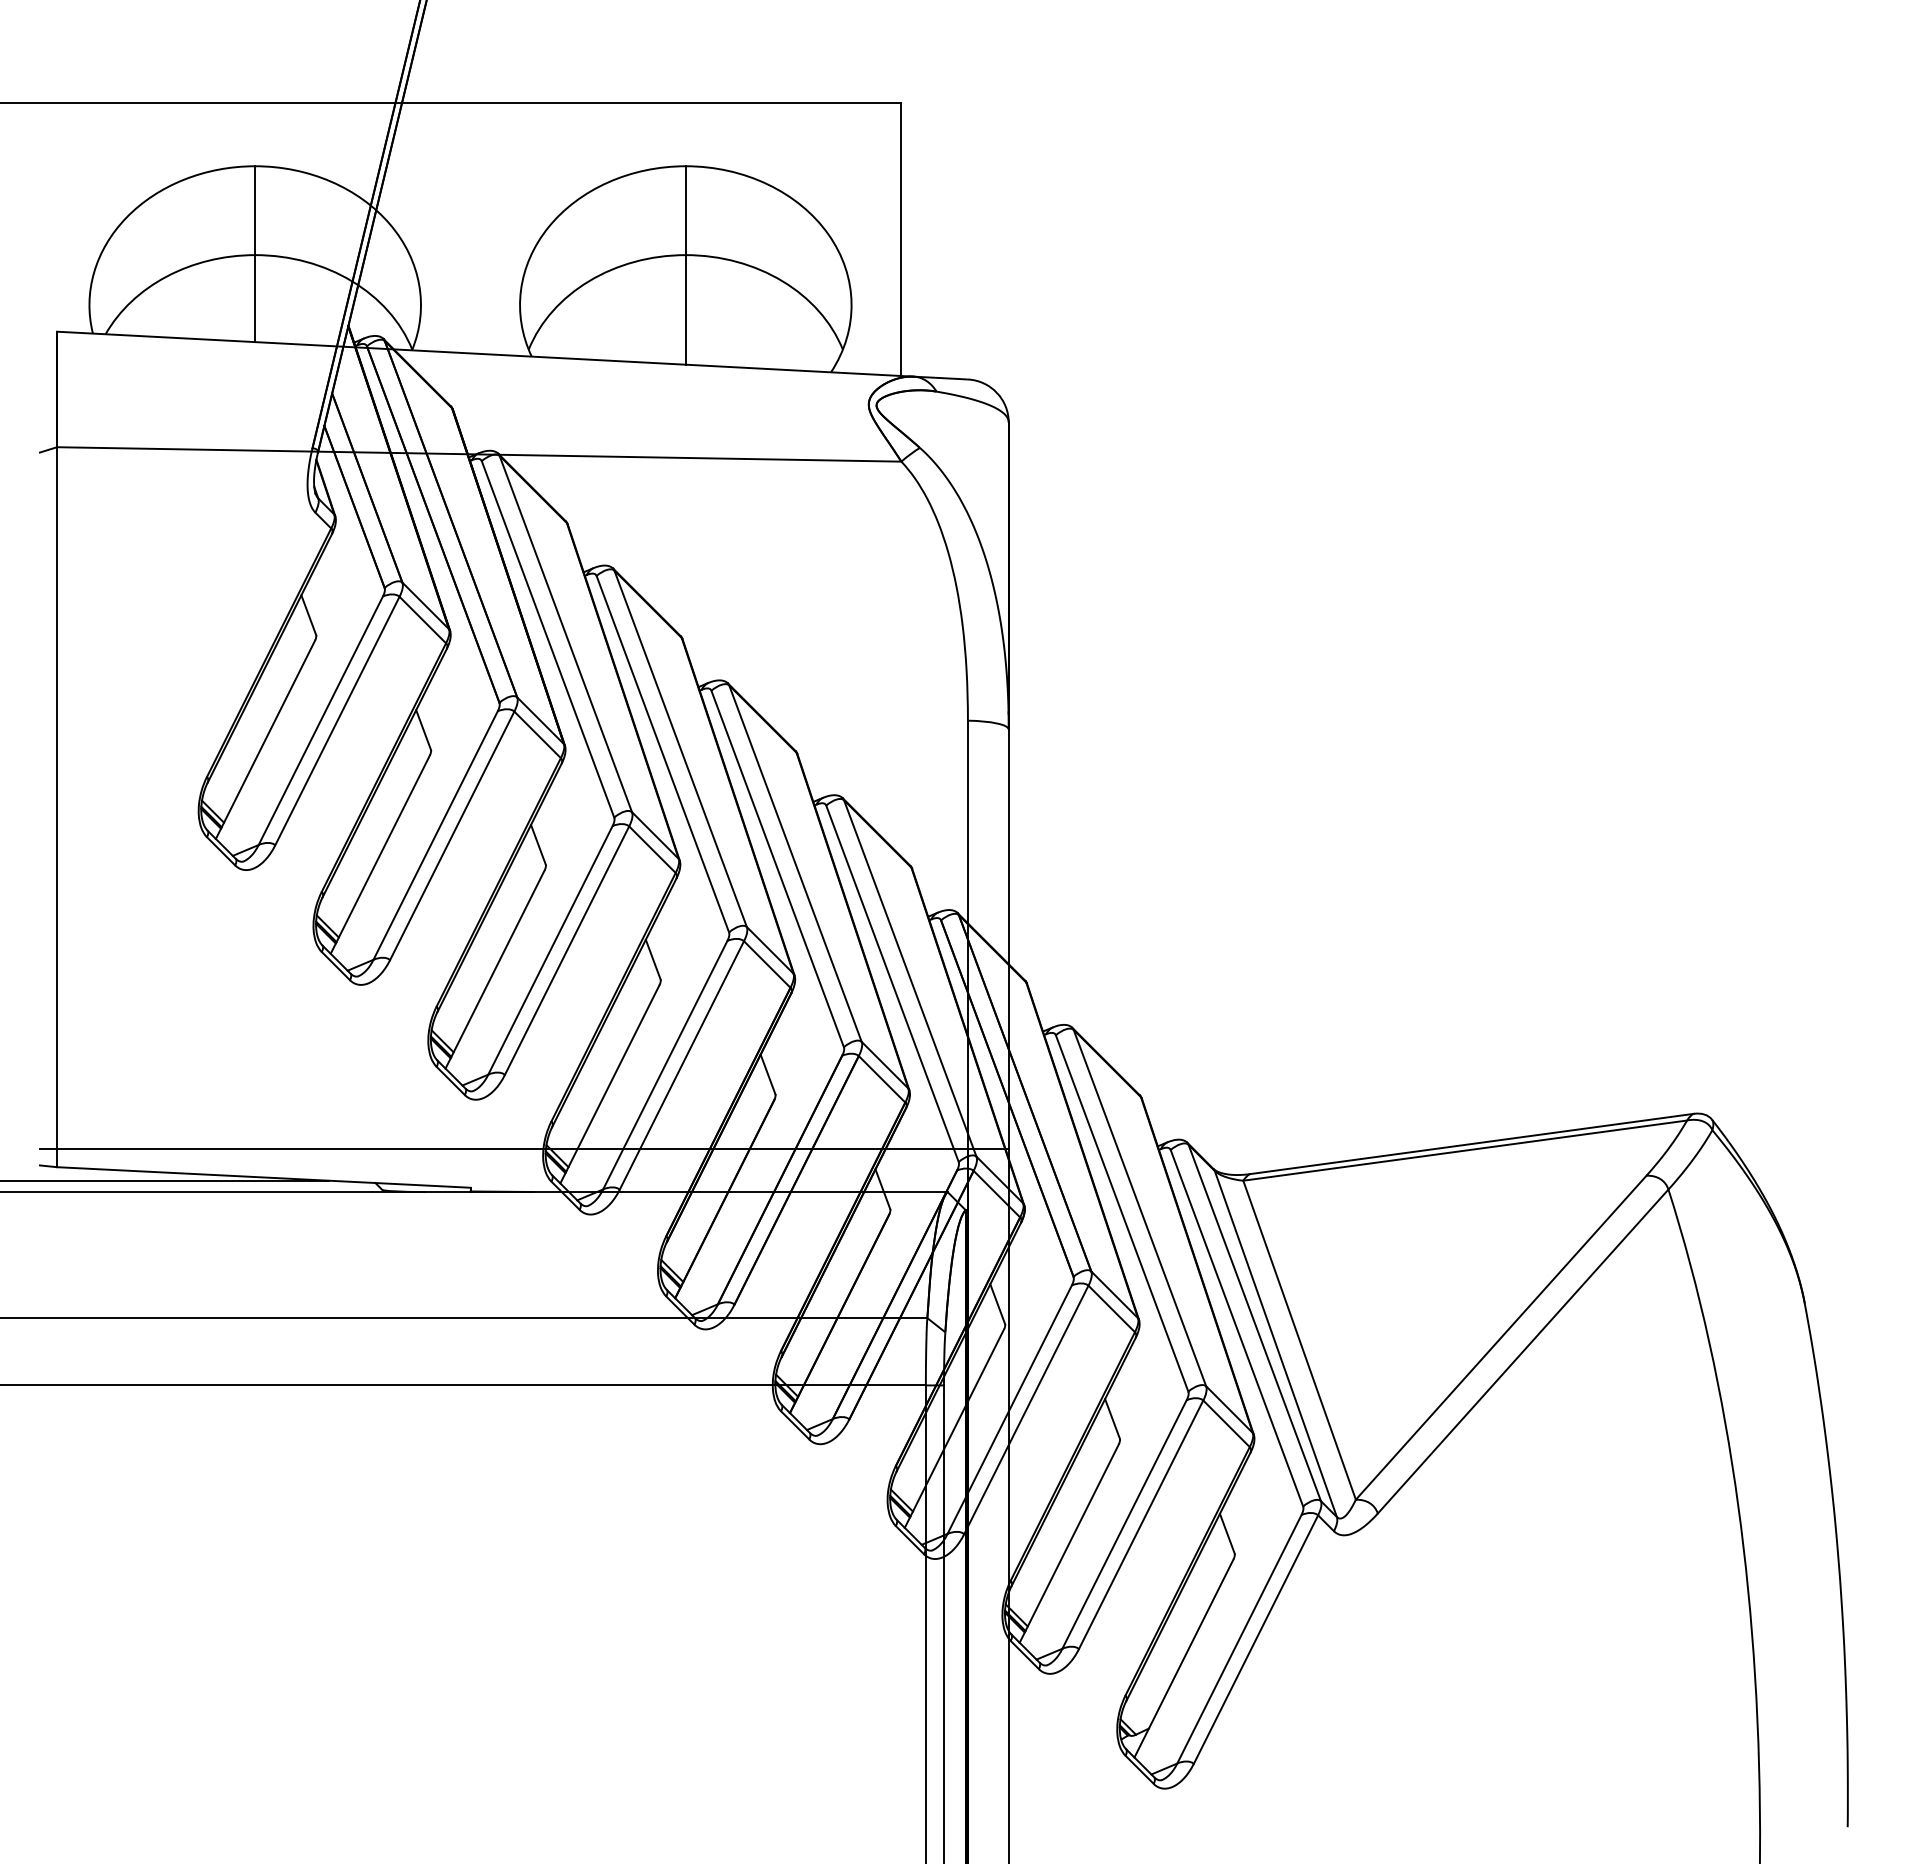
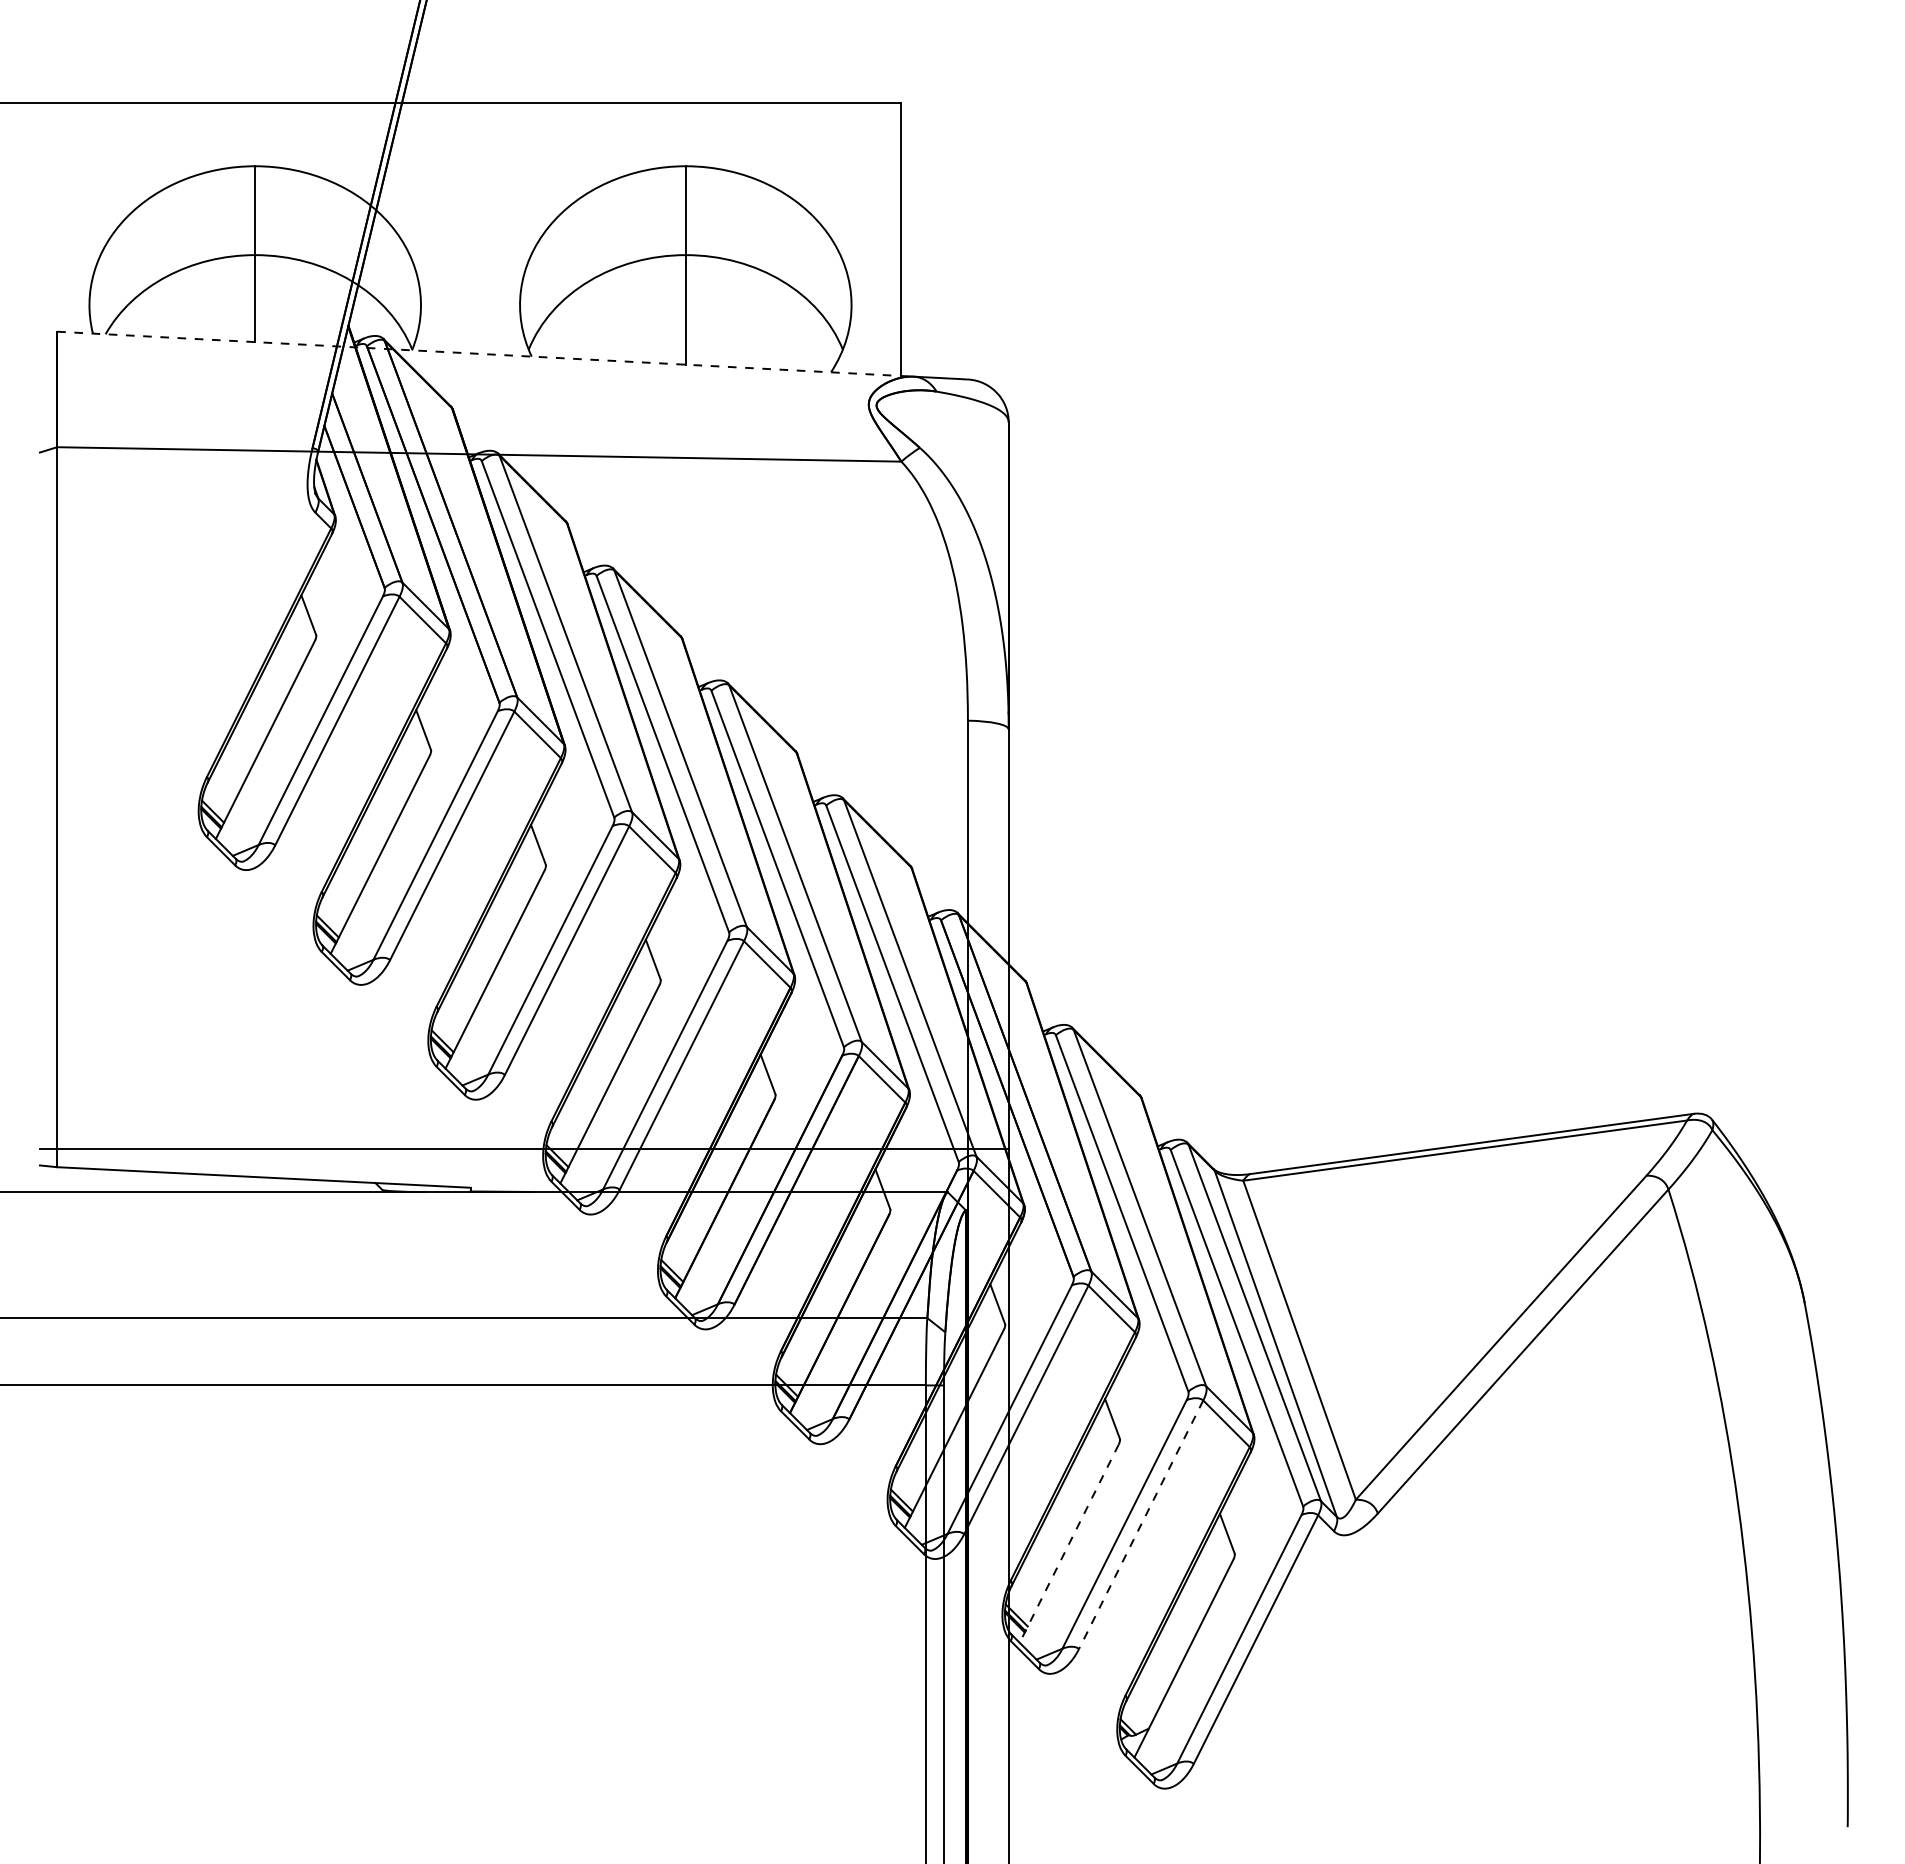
line at (485, 354): solid -> dashed
line at (165, 1180): present -> none
line at (1141, 1524): solid -> dashed
line at (1069, 1543): solid -> dashed
